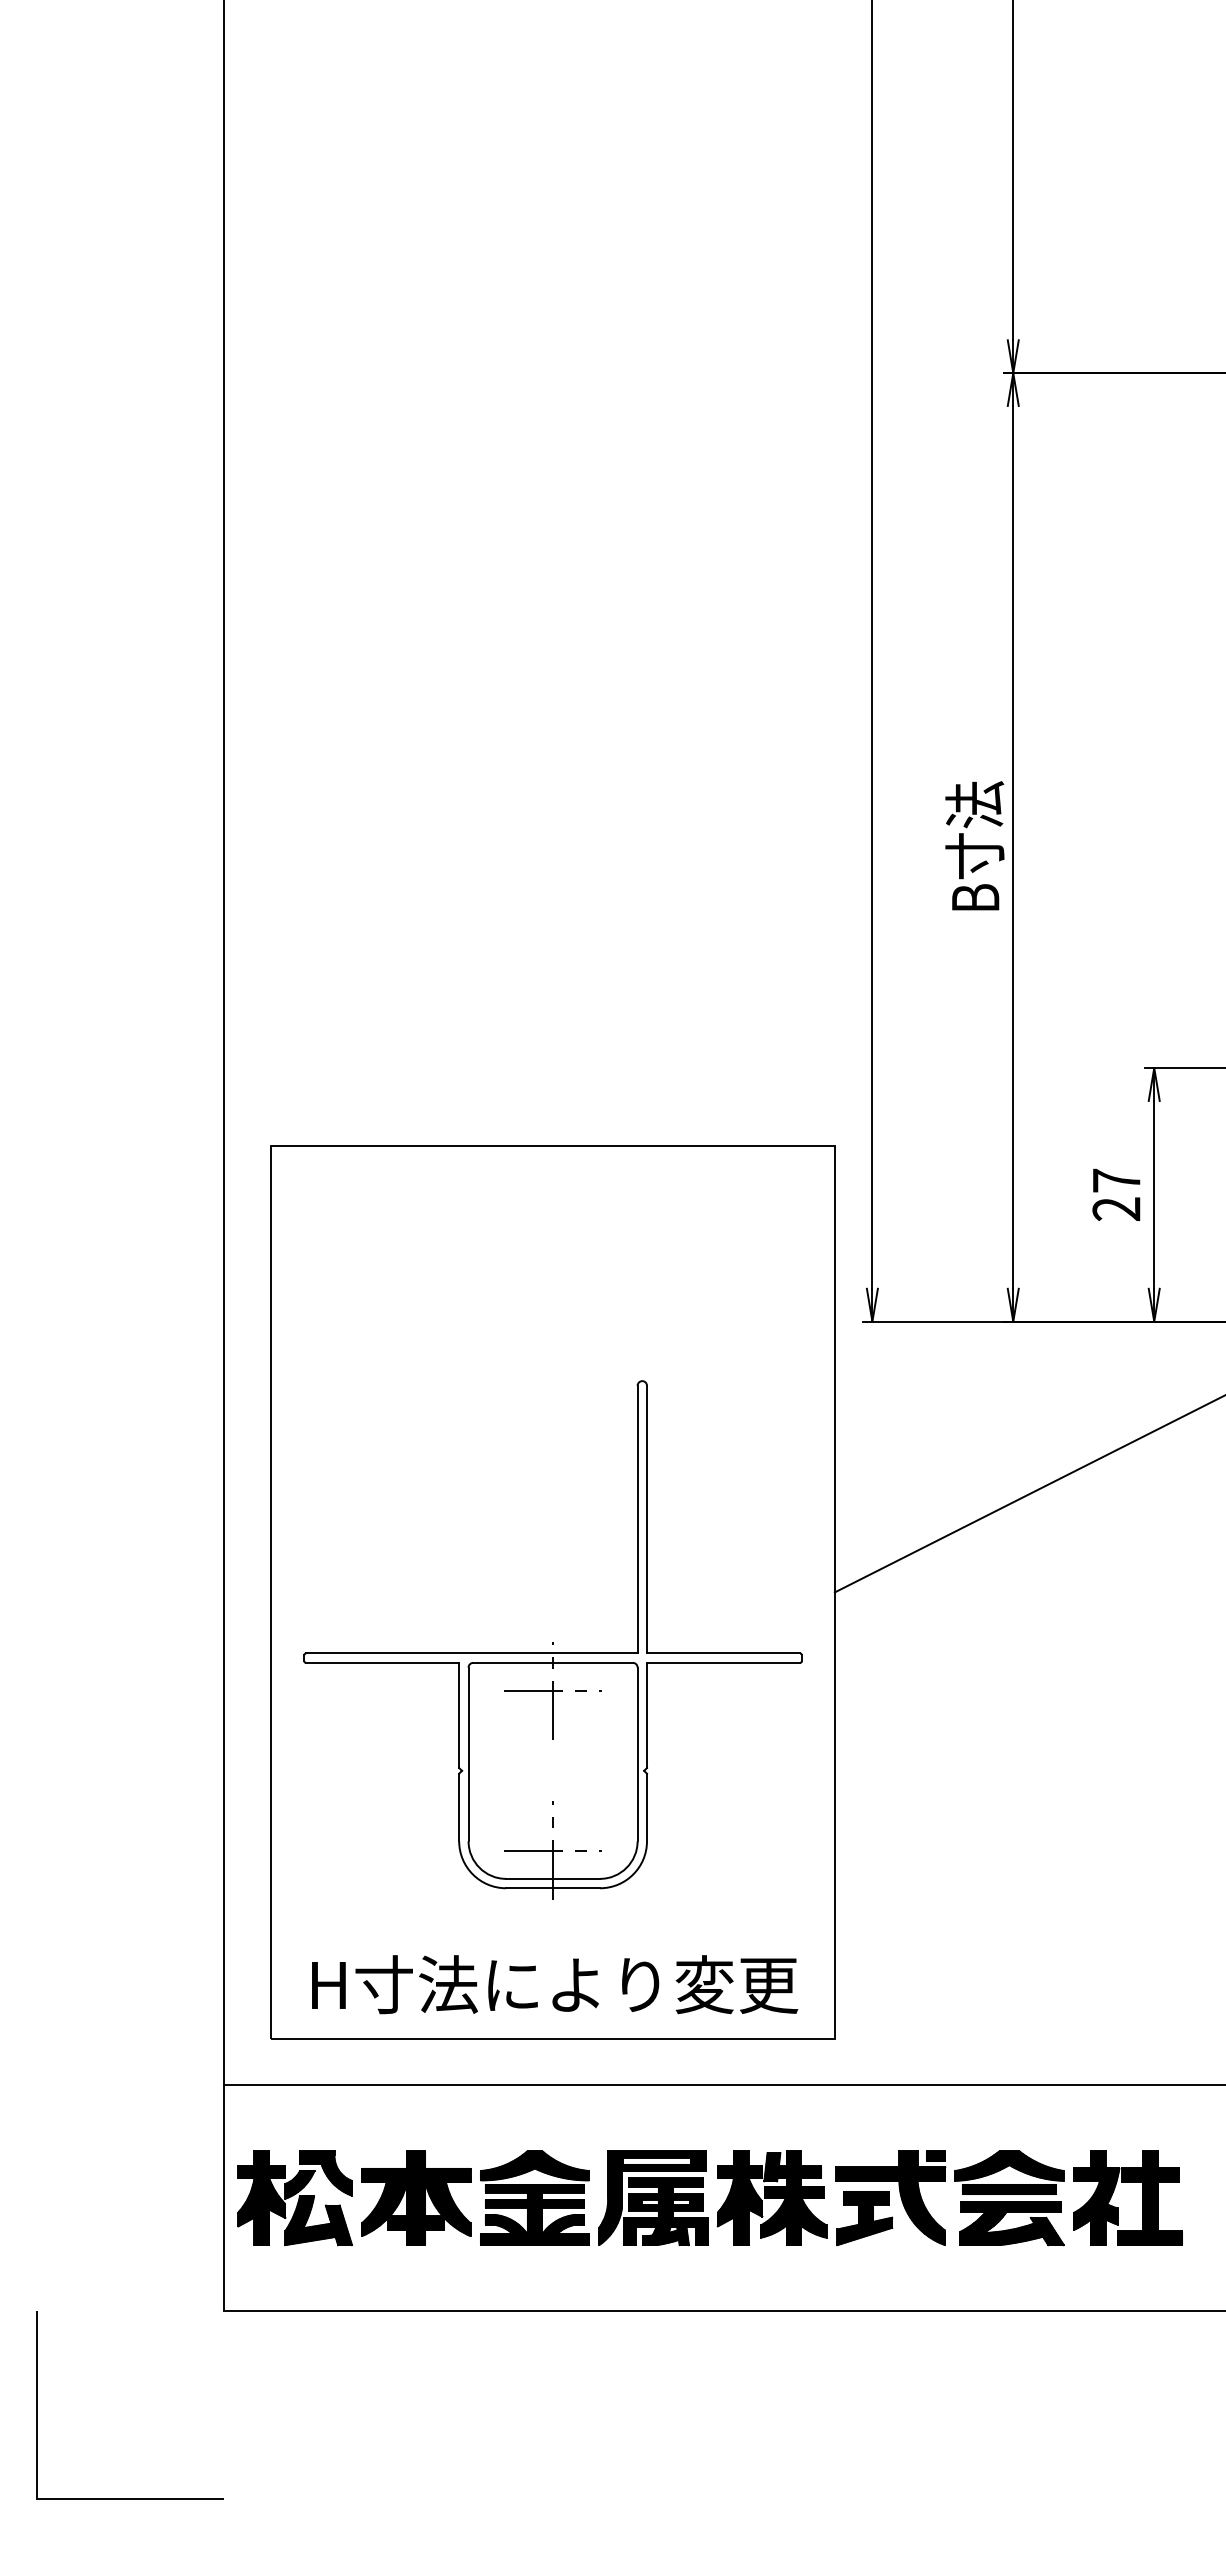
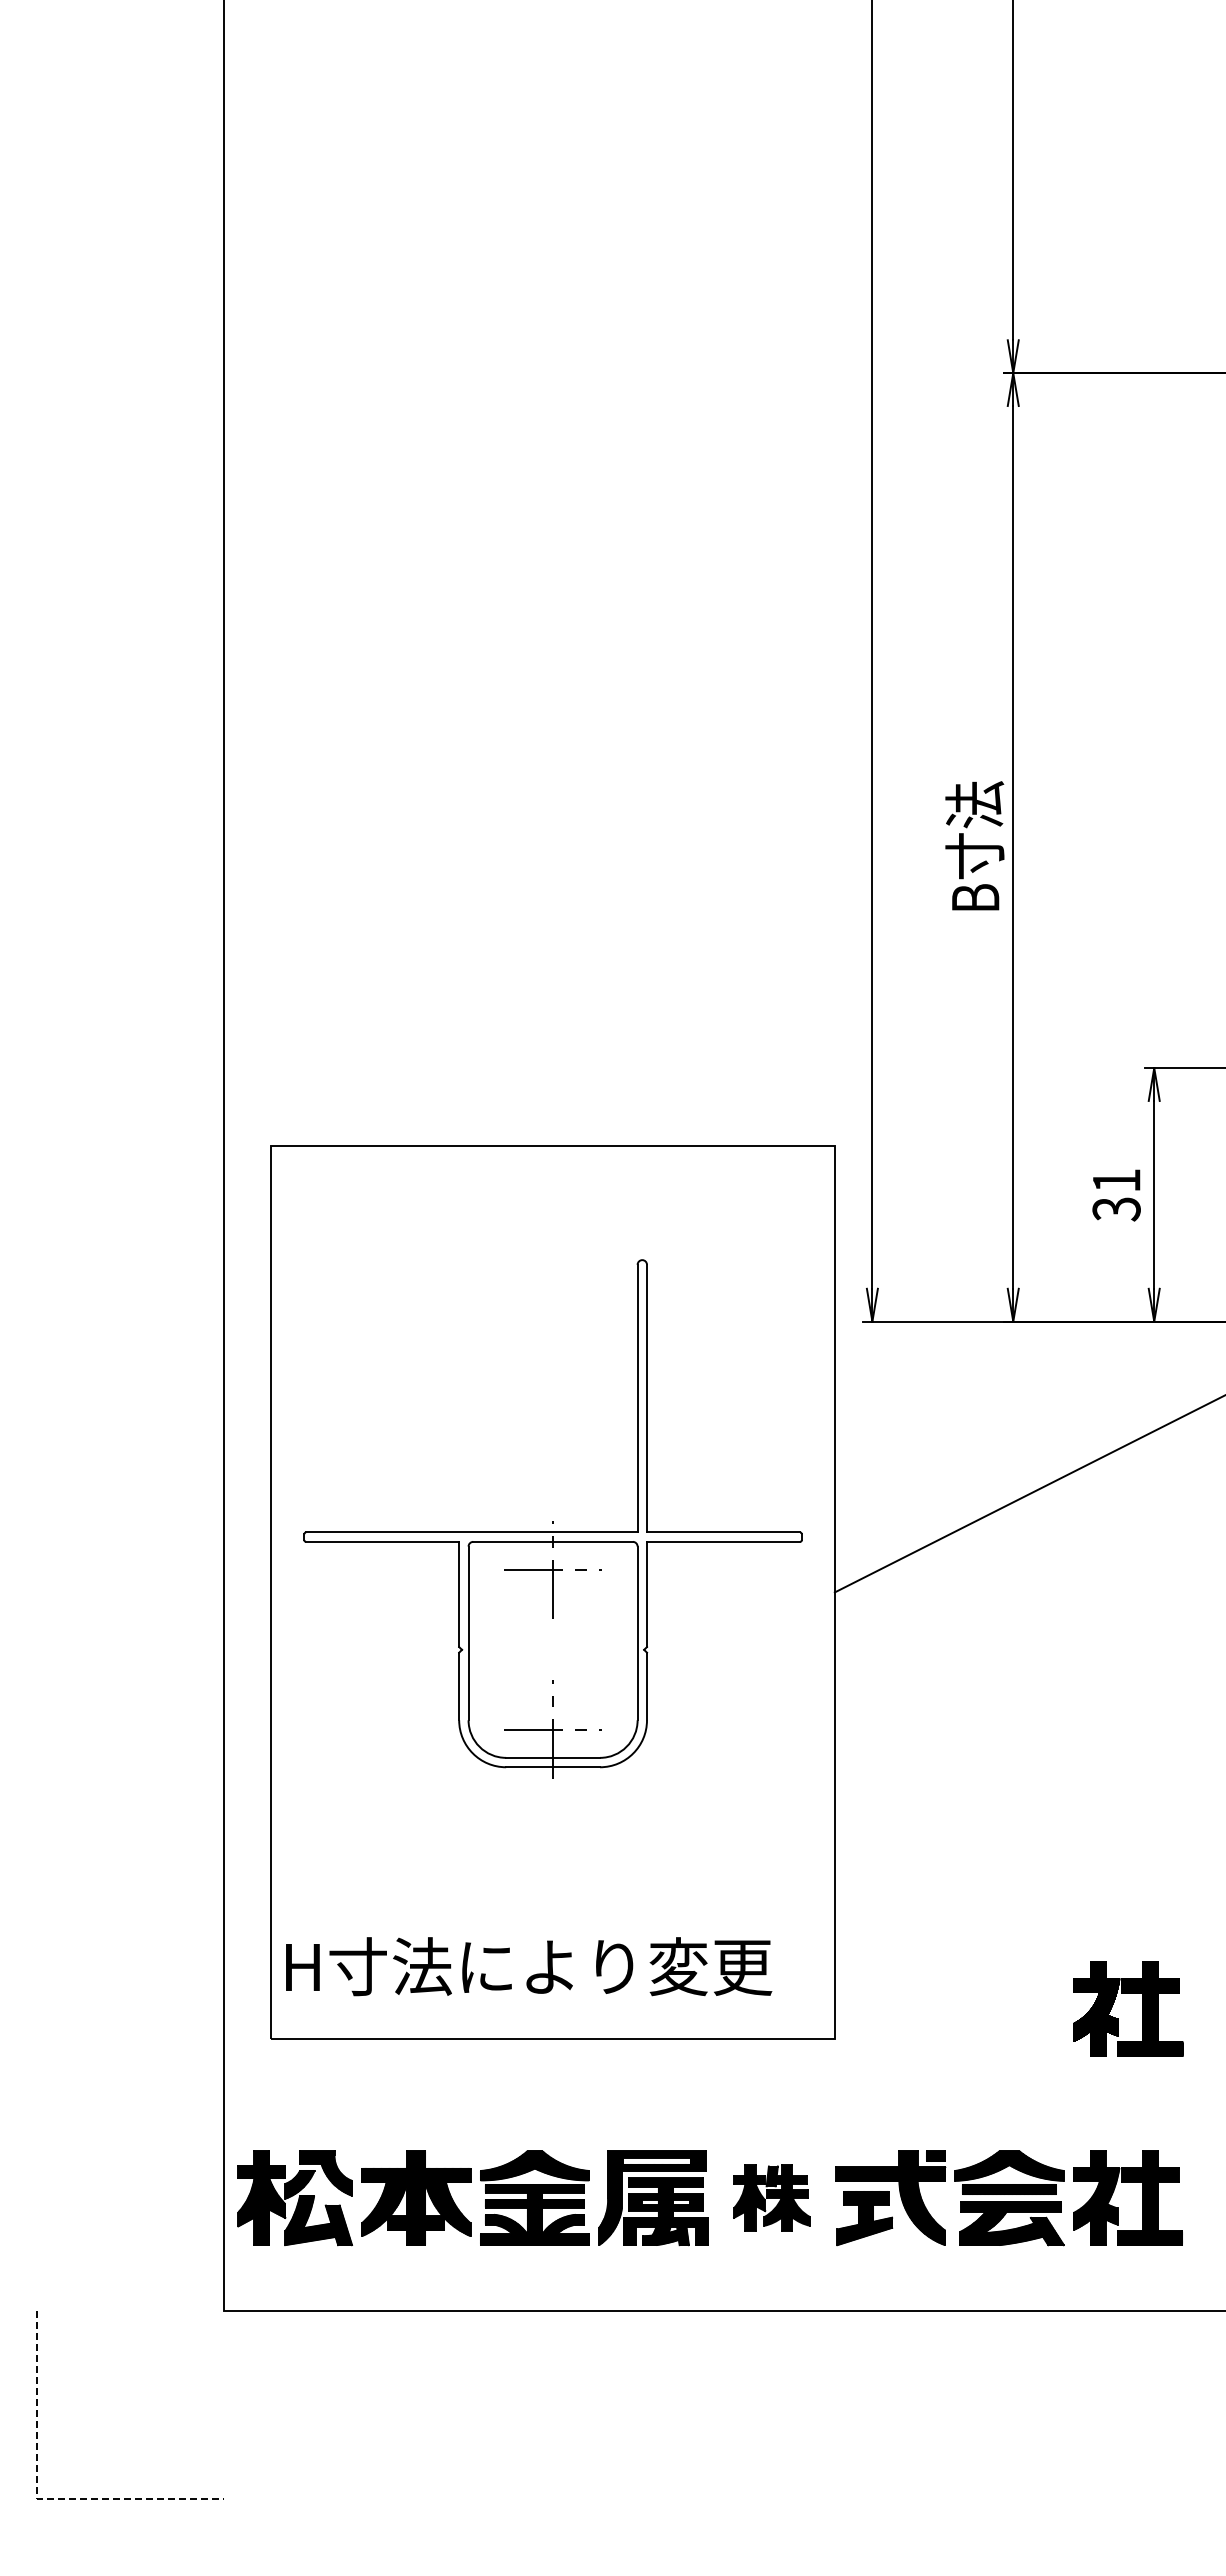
text at (1116, 1194): 27 -> 31
part at (552, 1639) position: (552, 1639) -> (552, 1518)
text at (555, 1984) position: (555, 1984) -> (529, 1966)
part at (1118, 2018): none -> present
line at (723, 2085): present -> none
part at (771, 2197) size: 112x96 px -> 78x68 px
line at (36, 2498): solid -> dashed
